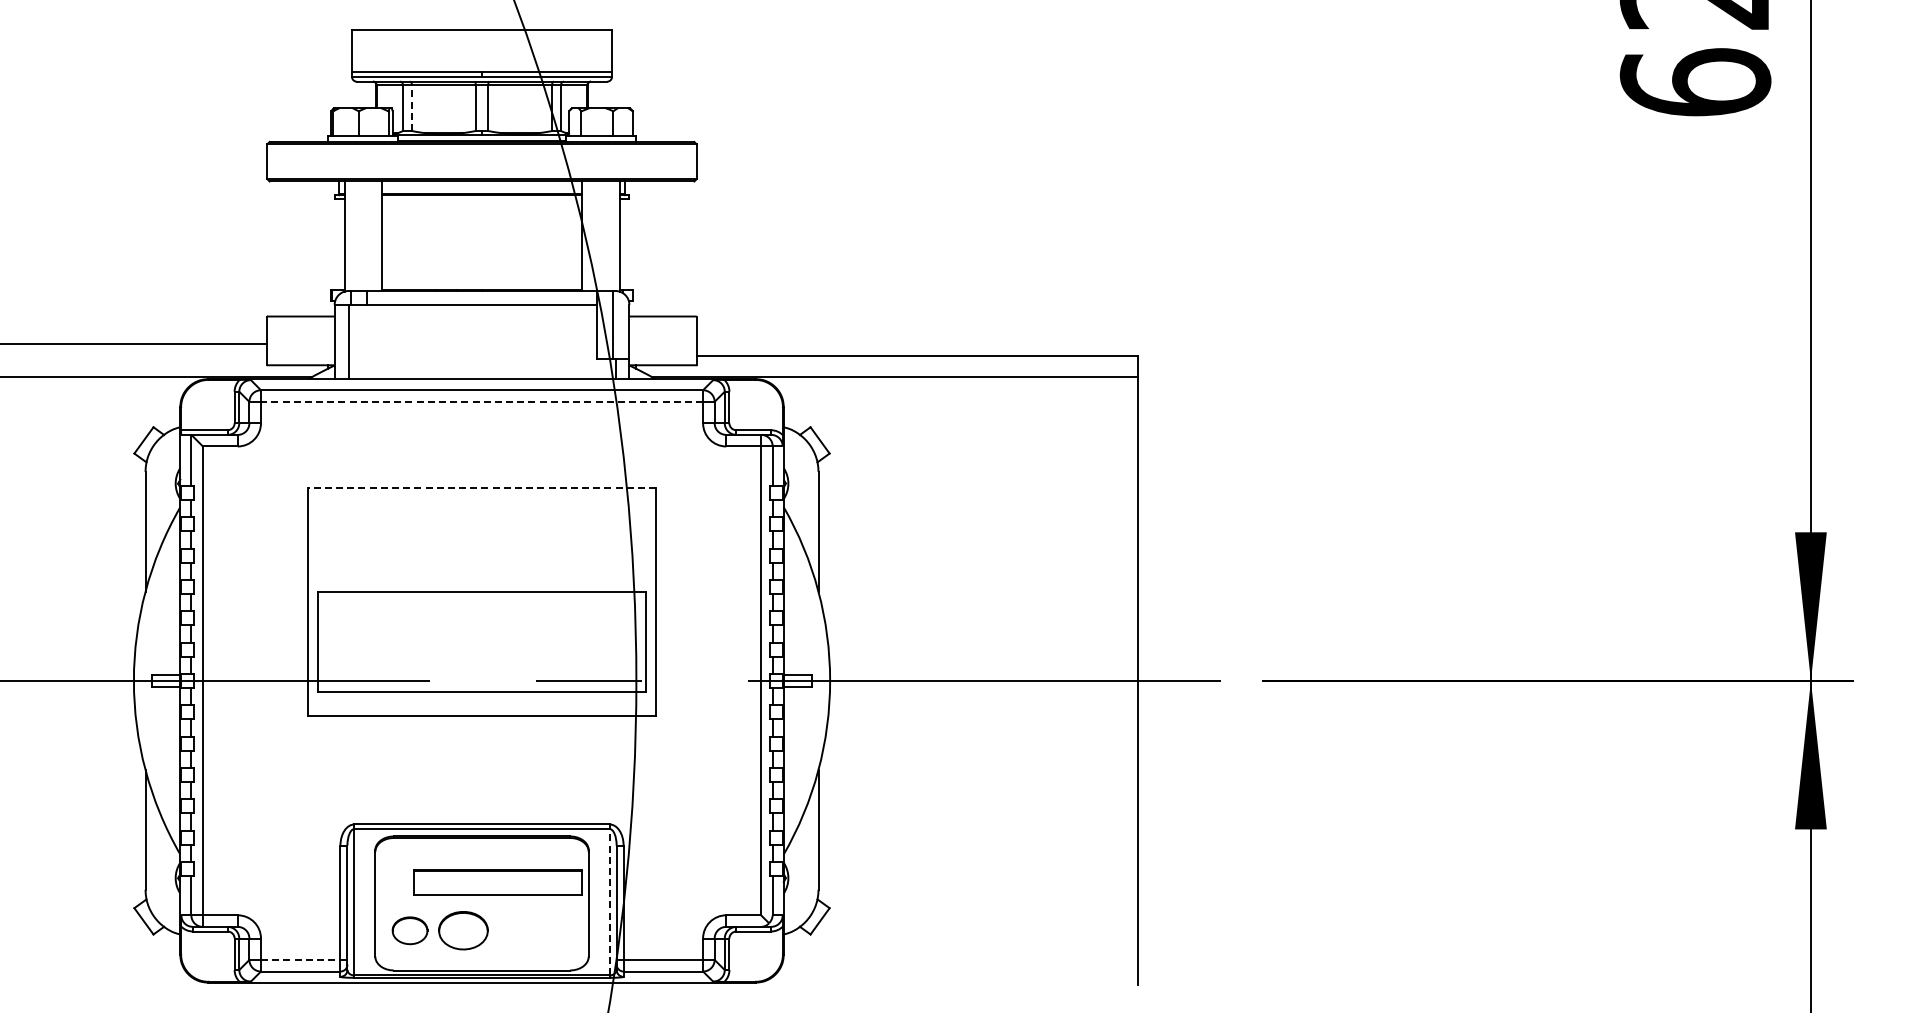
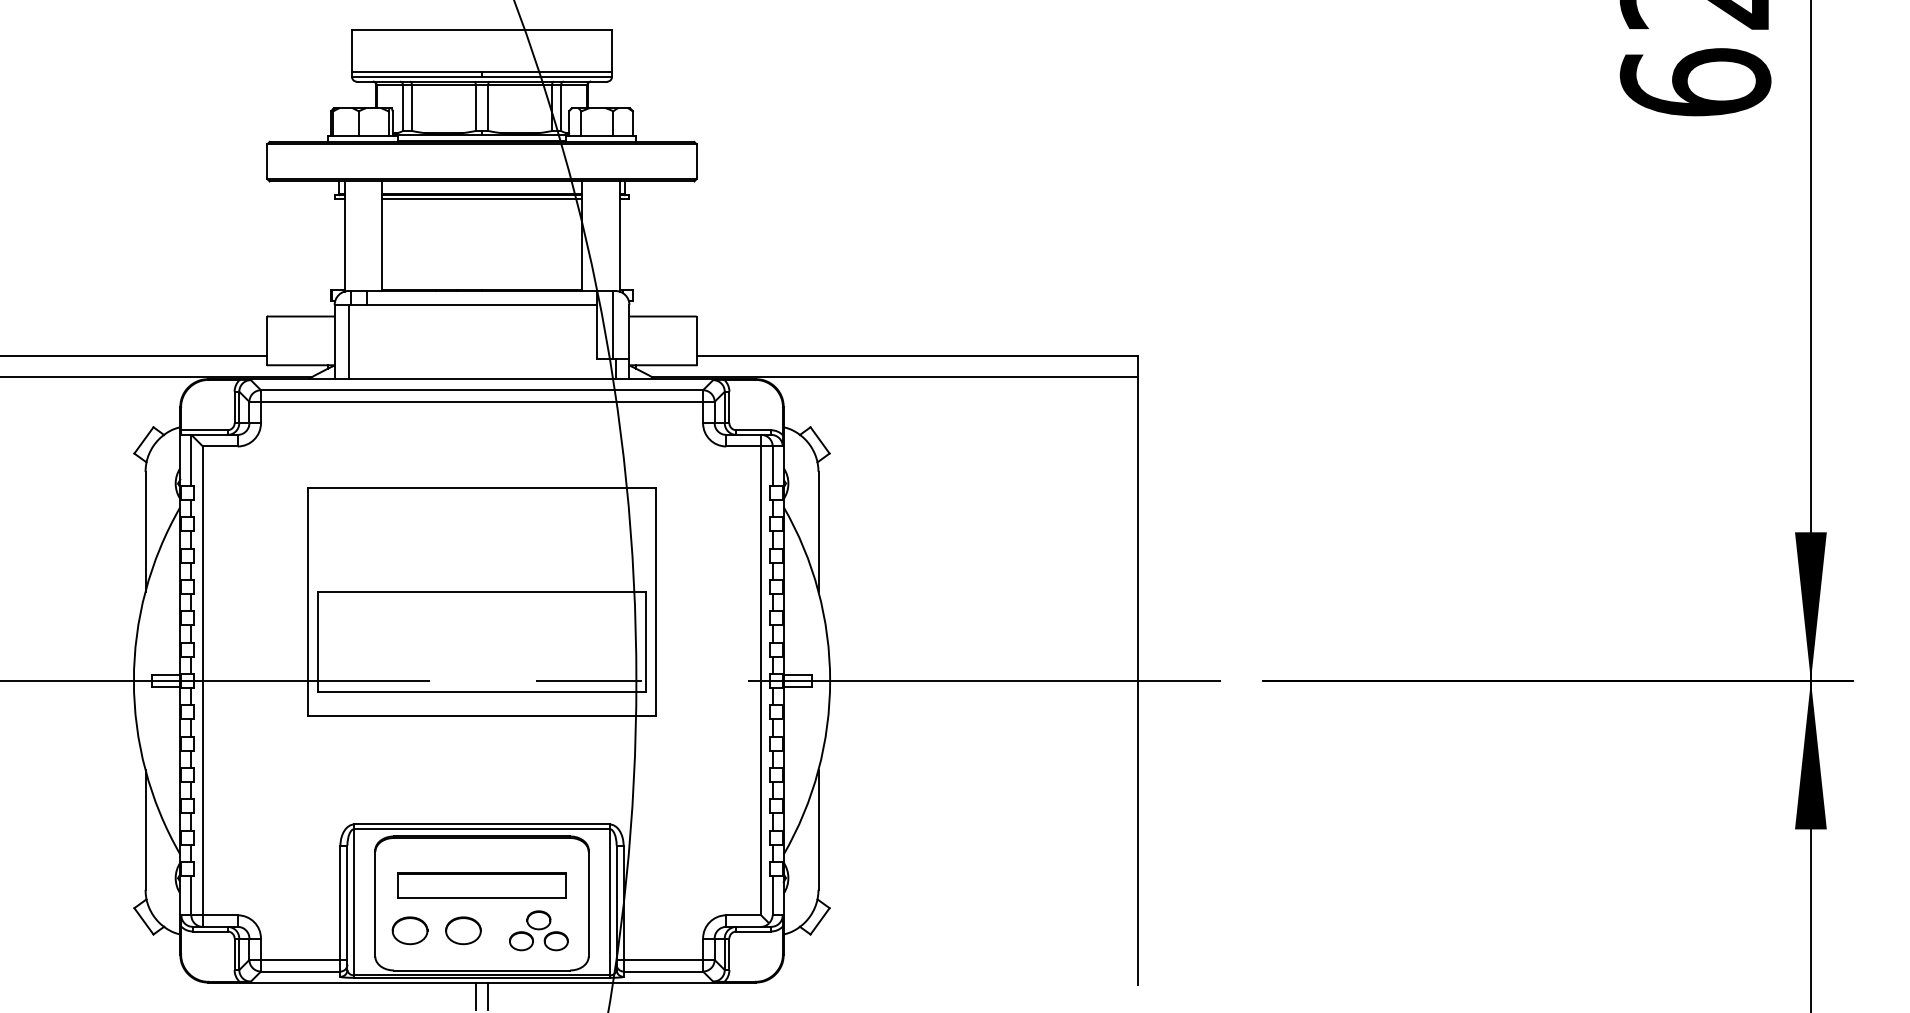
line at (411, 108): dashed -> solid
line at (481, 199): none -> present
line at (134, 343) position: (134, 343) -> (134, 355)
line at (481, 401): dashed -> solid
line at (481, 488): dashed -> solid
part at (497, 882) position: (497, 882) -> (481, 885)
line at (609, 901): dashed -> solid
part at (463, 930) size: 51x40 px -> 37x30 px
part at (538, 930): none -> present
line at (300, 959): dashed -> solid
line at (476, 995): none -> present
line at (487, 995): none -> present
